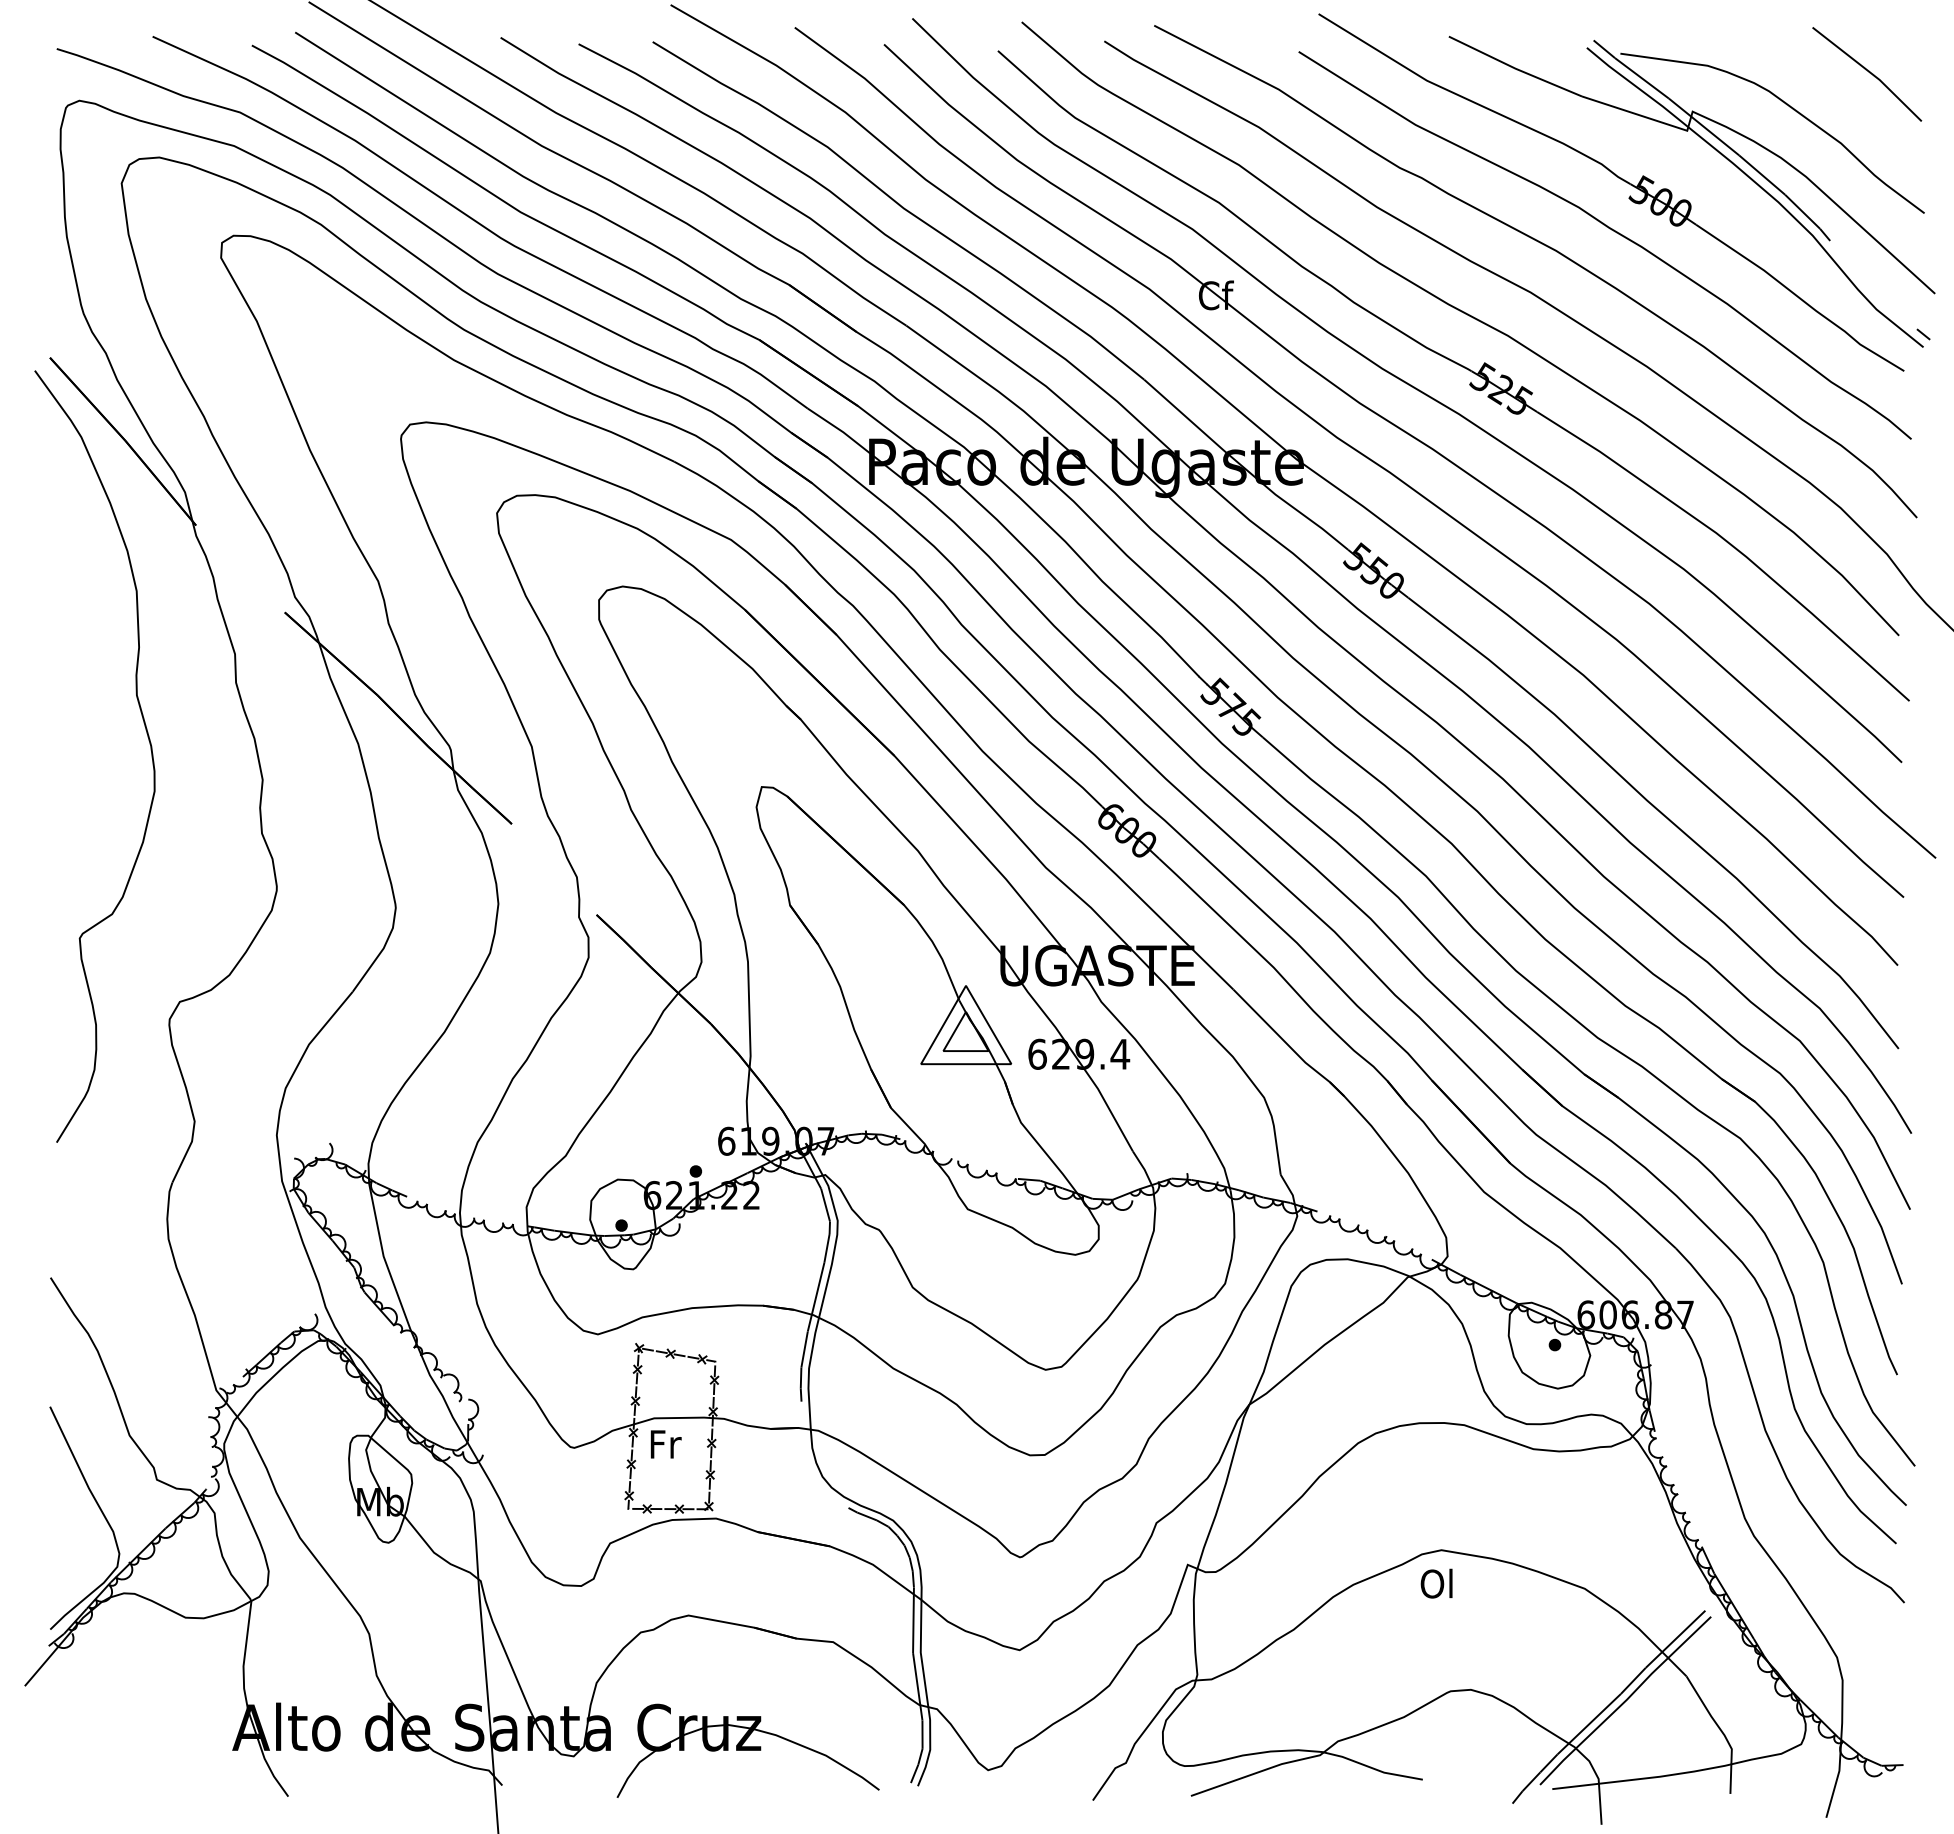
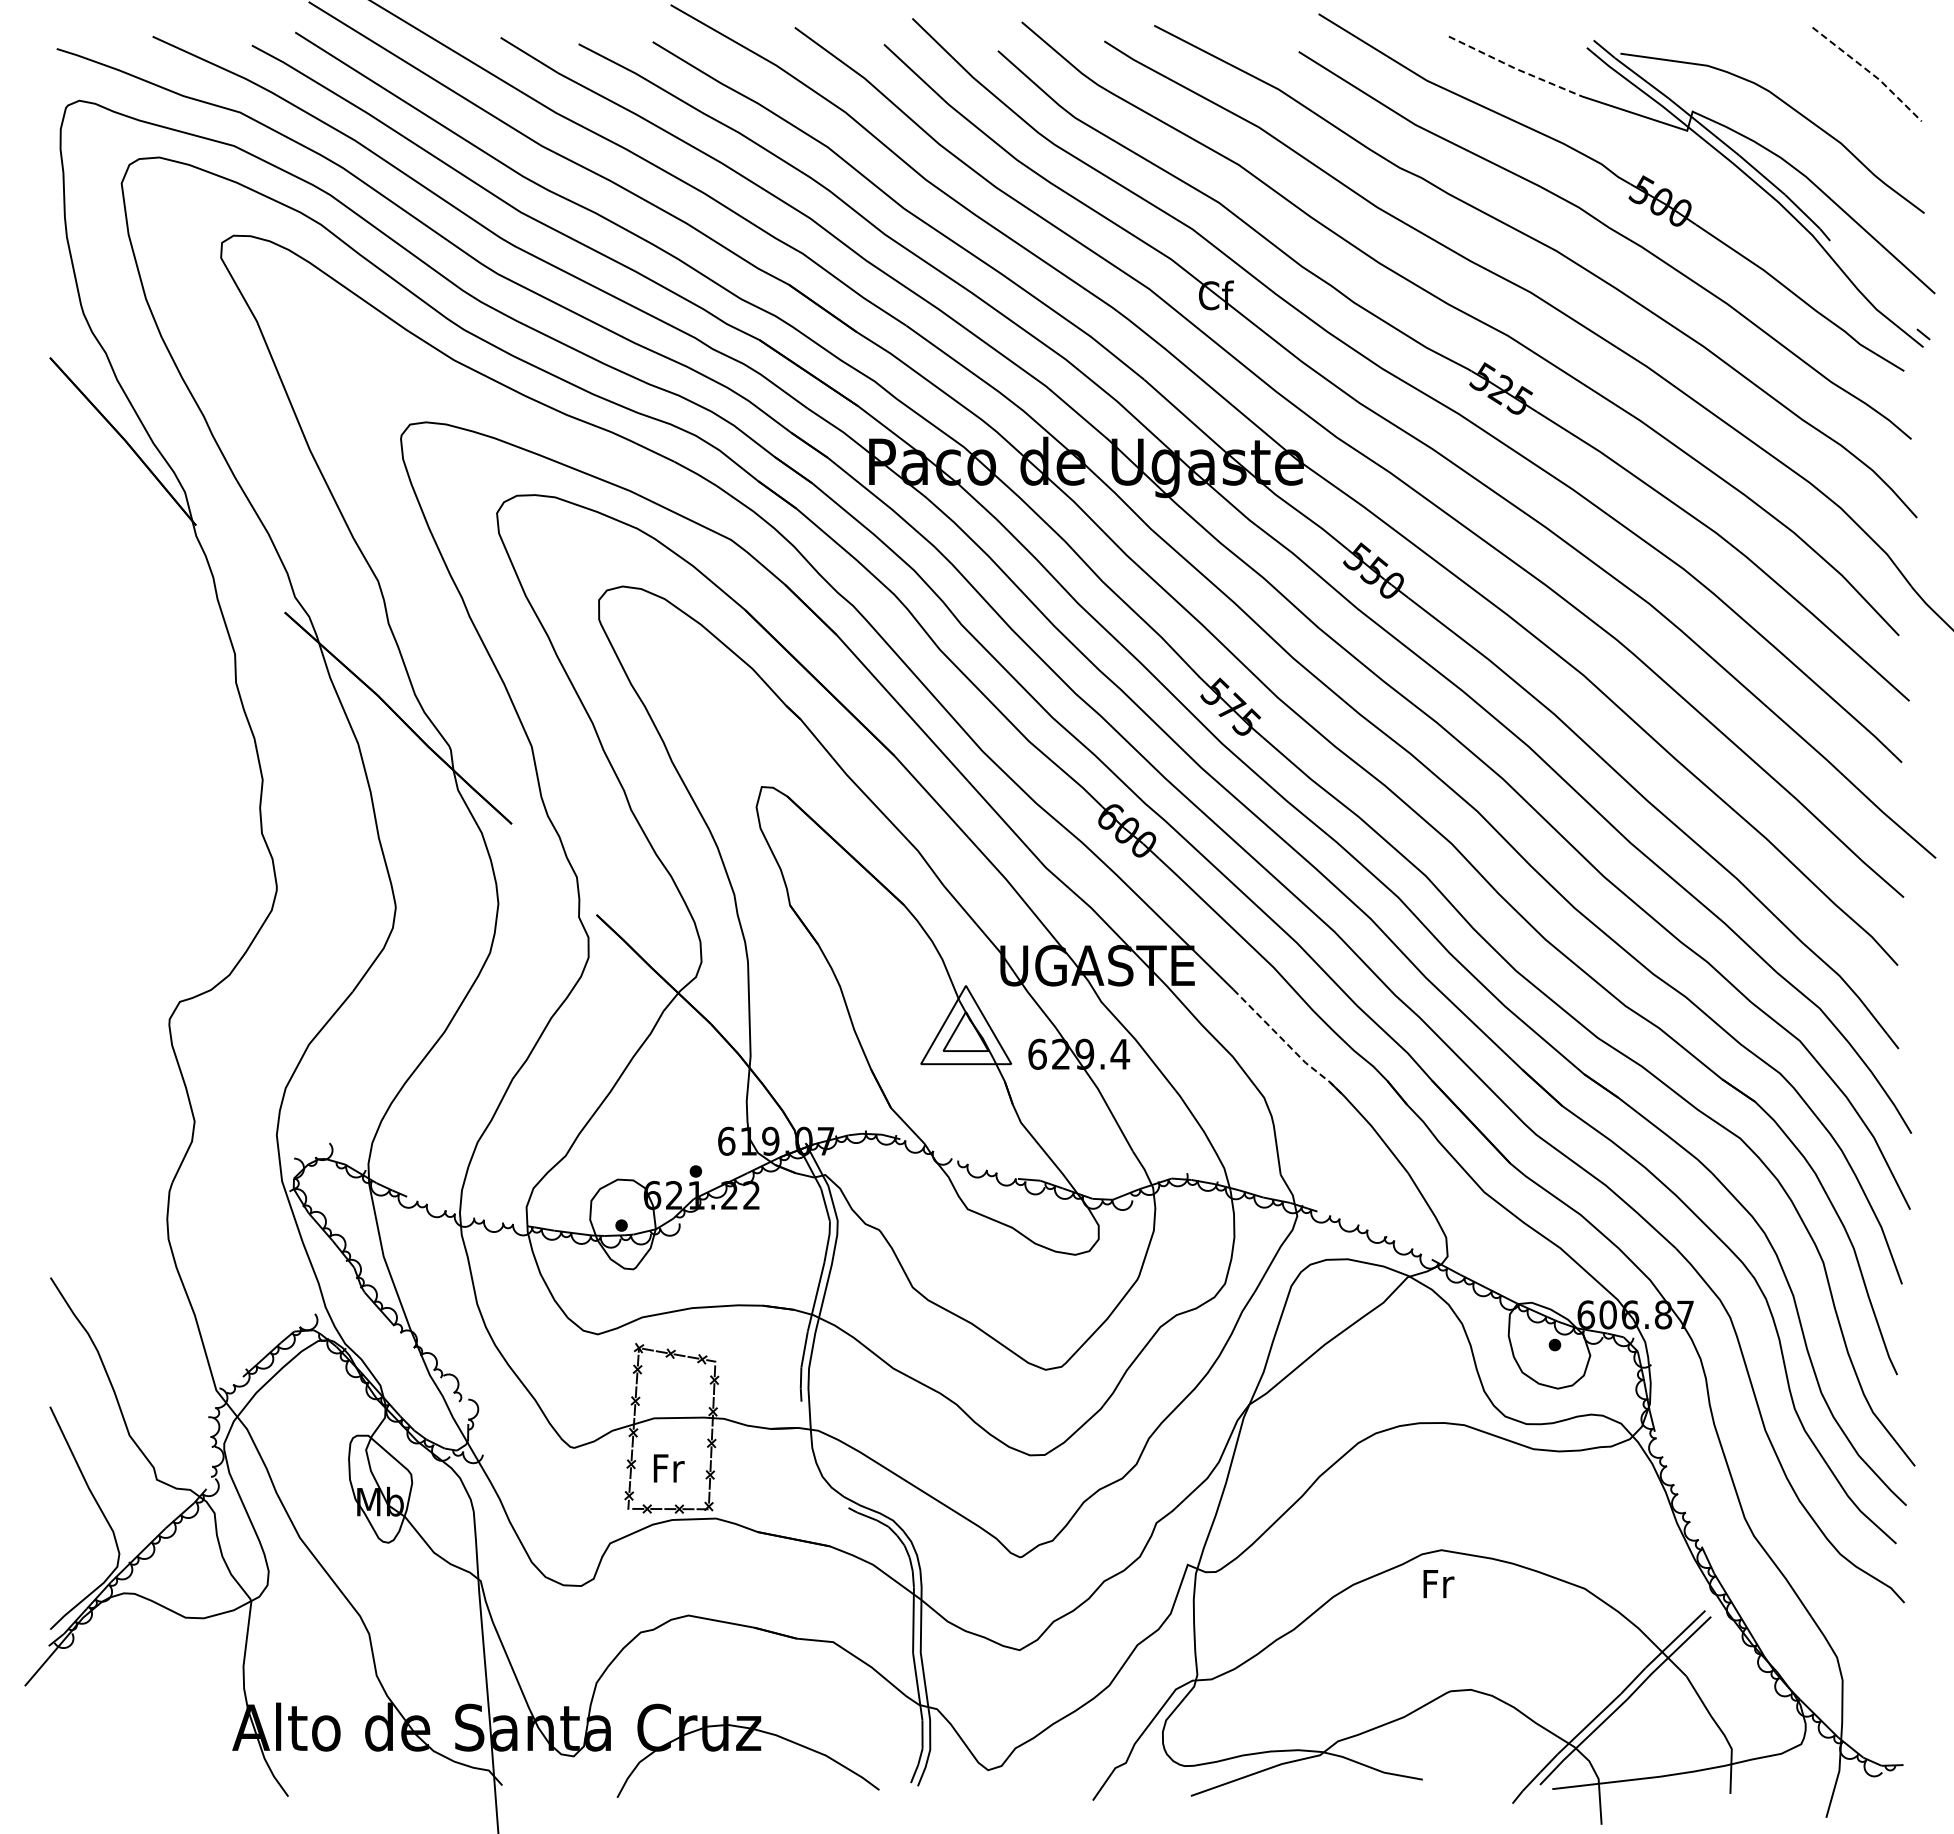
line at (1515, 68): solid -> dashed
line at (1869, 72): solid -> dashed
curve at (149, 744): present -> none
line at (1288, 1045): solid -> dashed
text at (665, 1444) position: (665, 1444) -> (668, 1468)
text at (1437, 1583): Ol -> Fr
